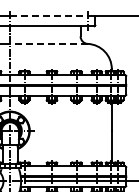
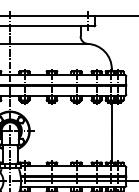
line at (53, 16): dashed -> solid
line at (49, 43): dashed -> solid
